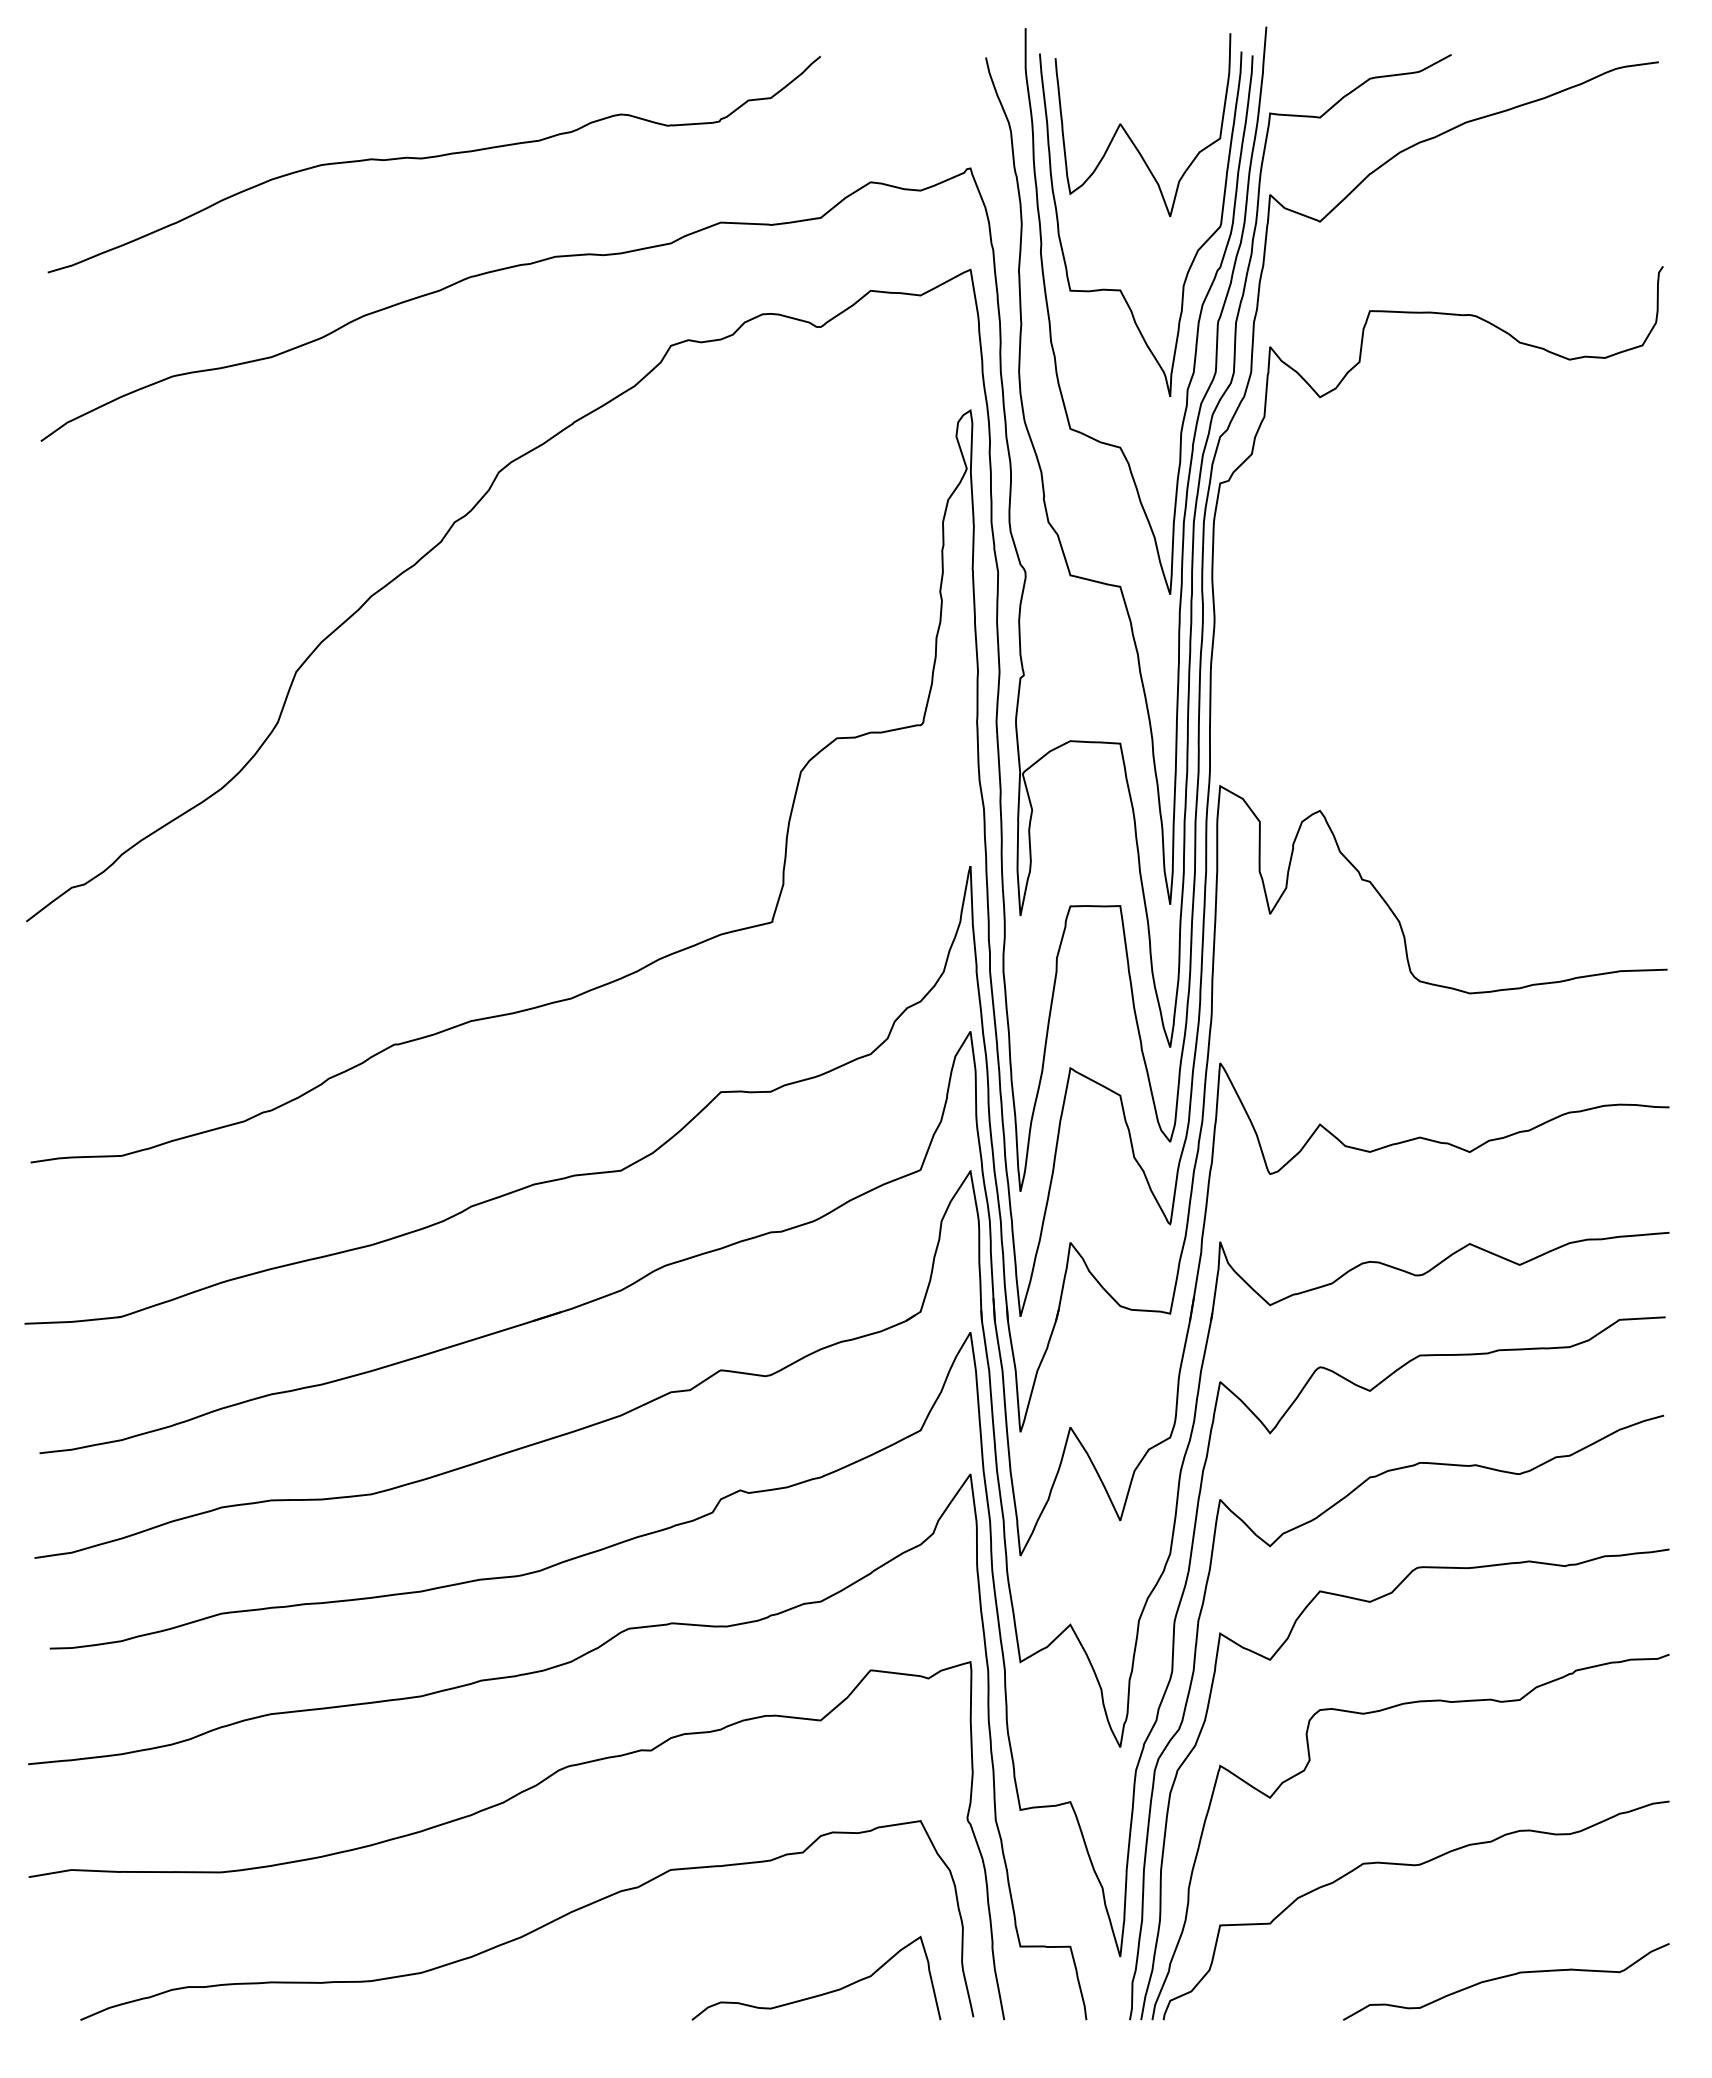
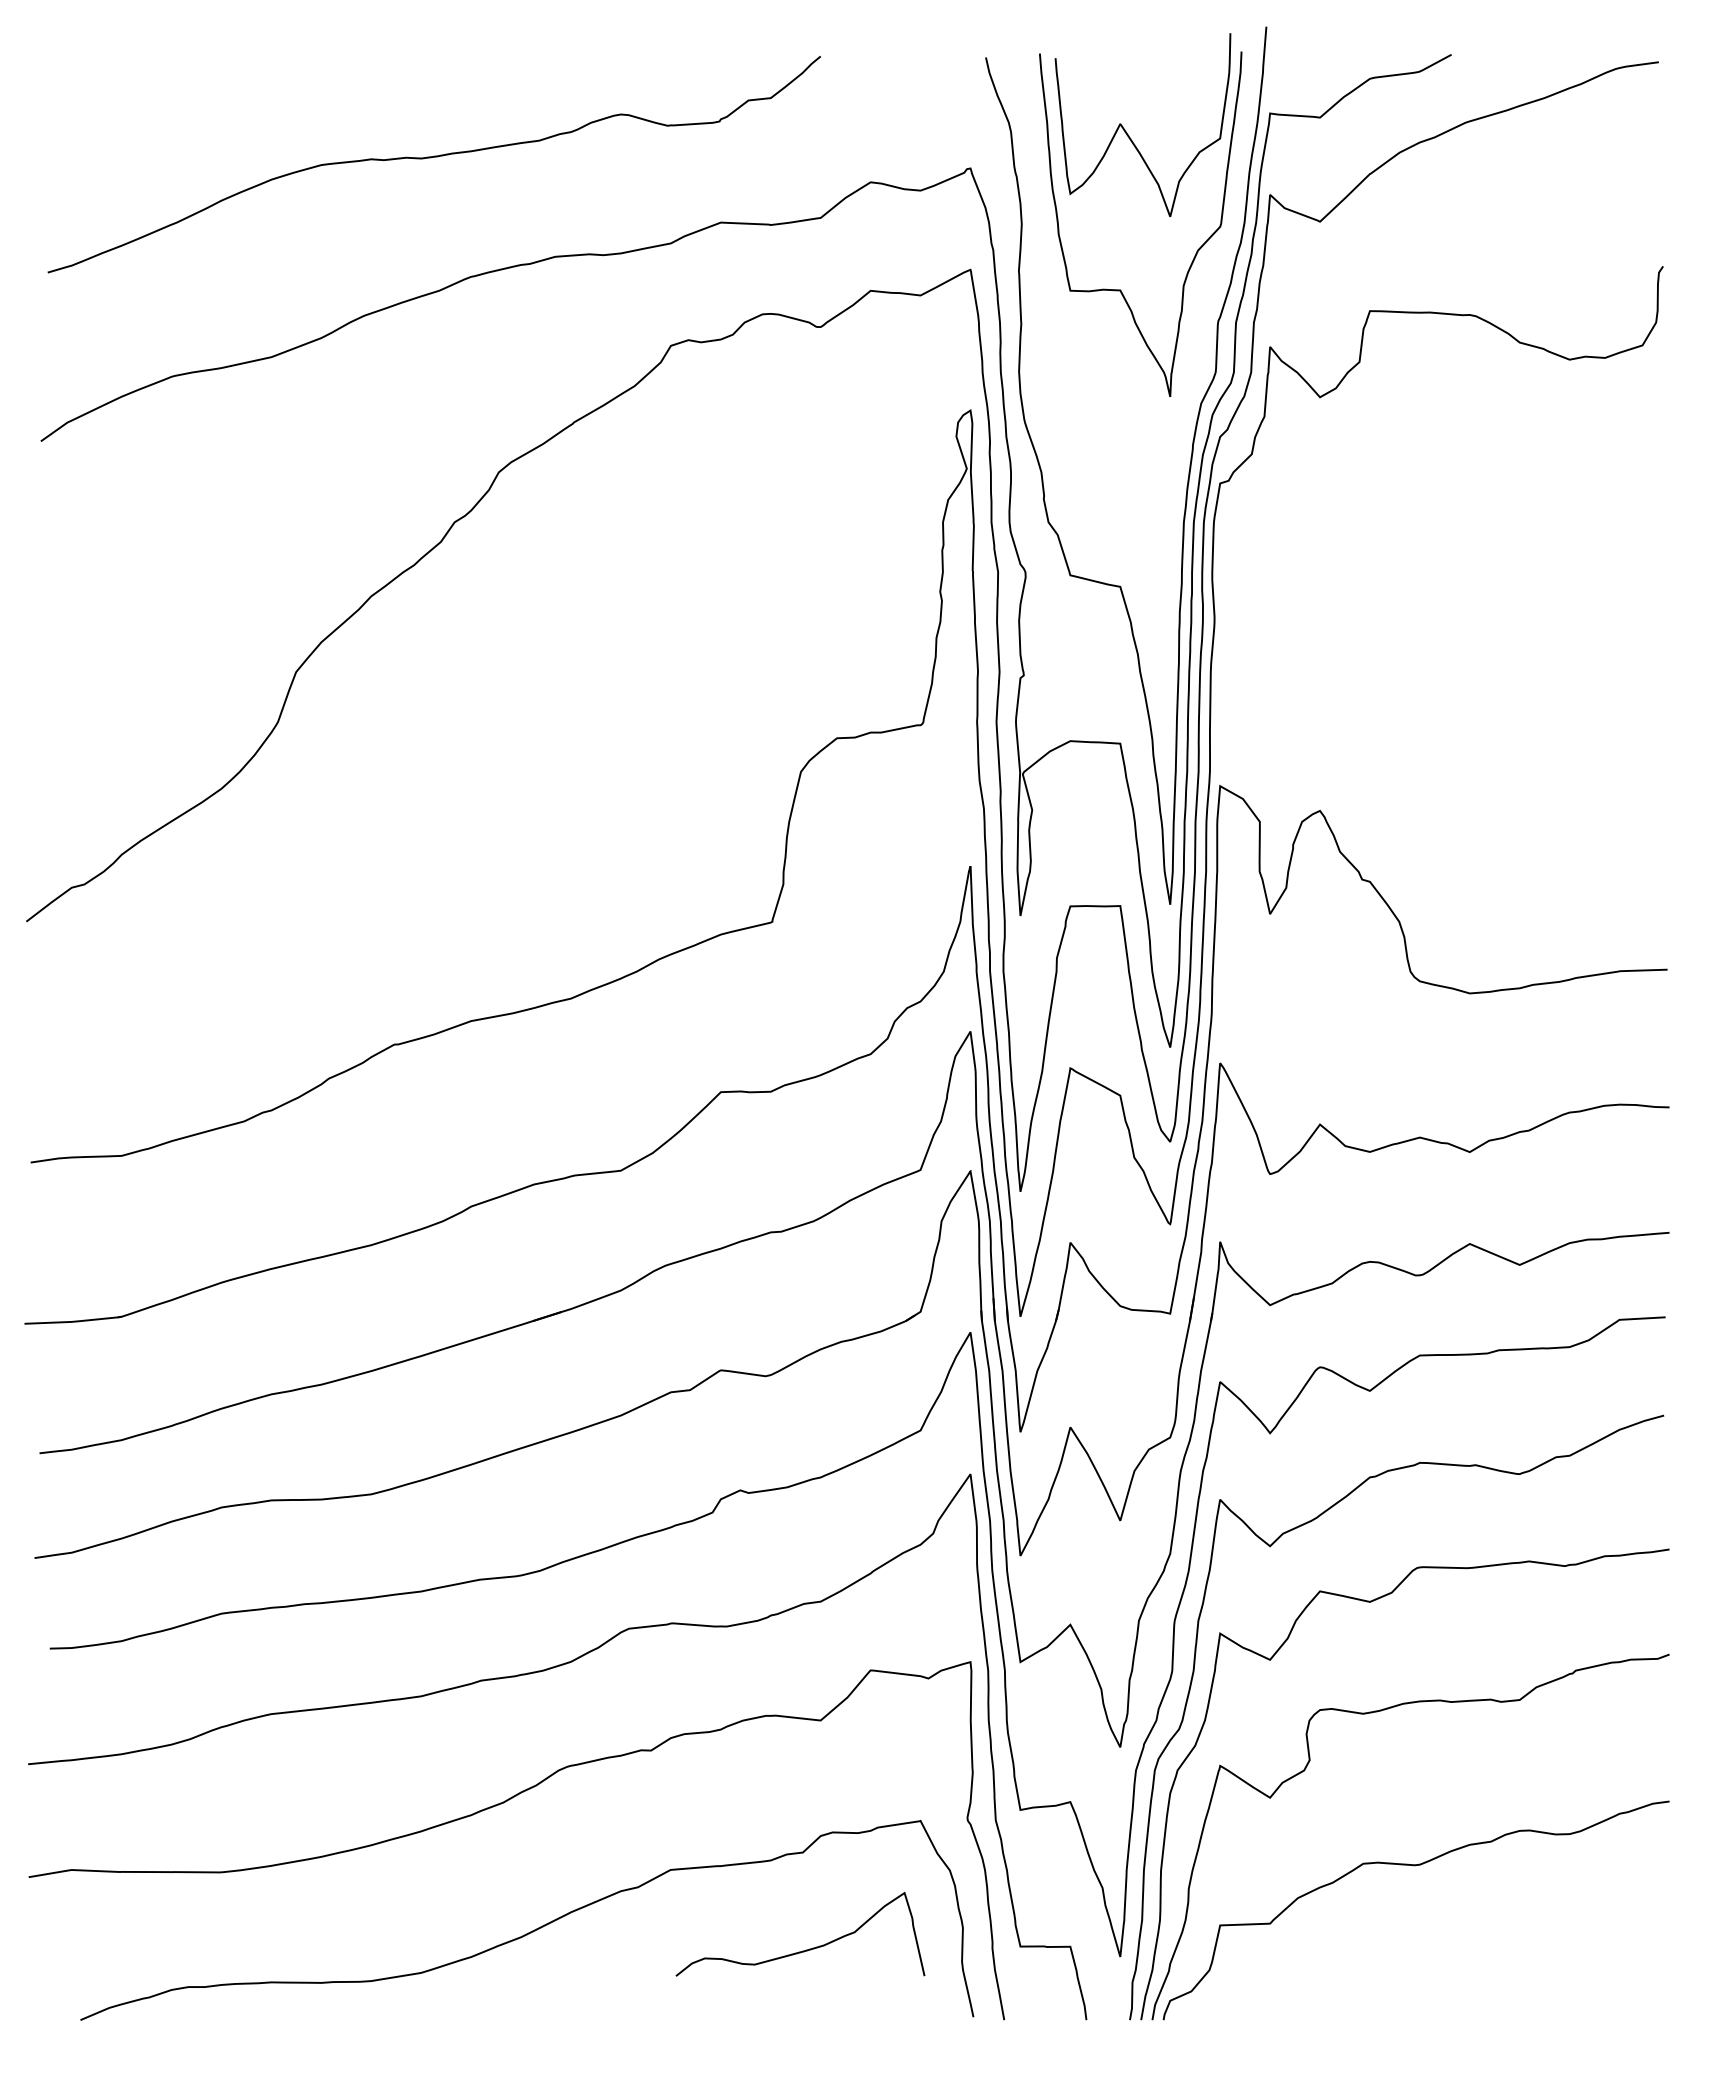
curve at (1197, 322): present -> none
curve at (1506, 1977): present -> none
curve at (818, 1994) position: (818, 1994) -> (802, 1950)
